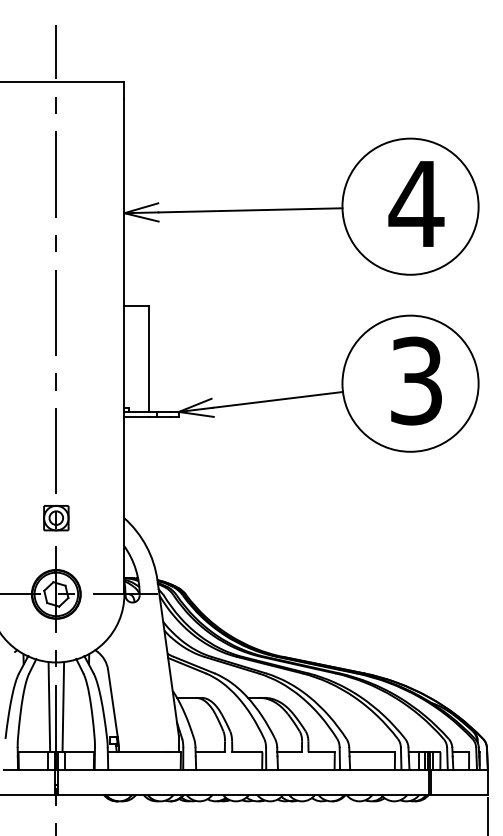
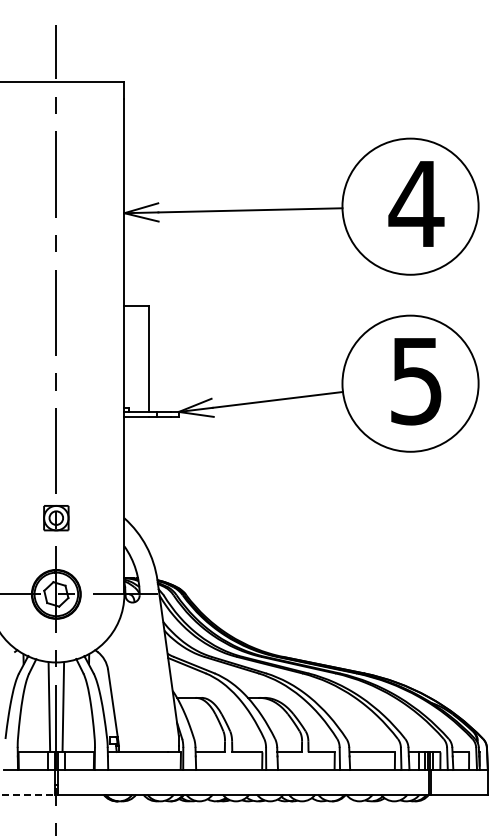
text at (416, 380): 3 -> 5
line at (28, 794): solid -> dashed
line at (487, 814): present -> none
